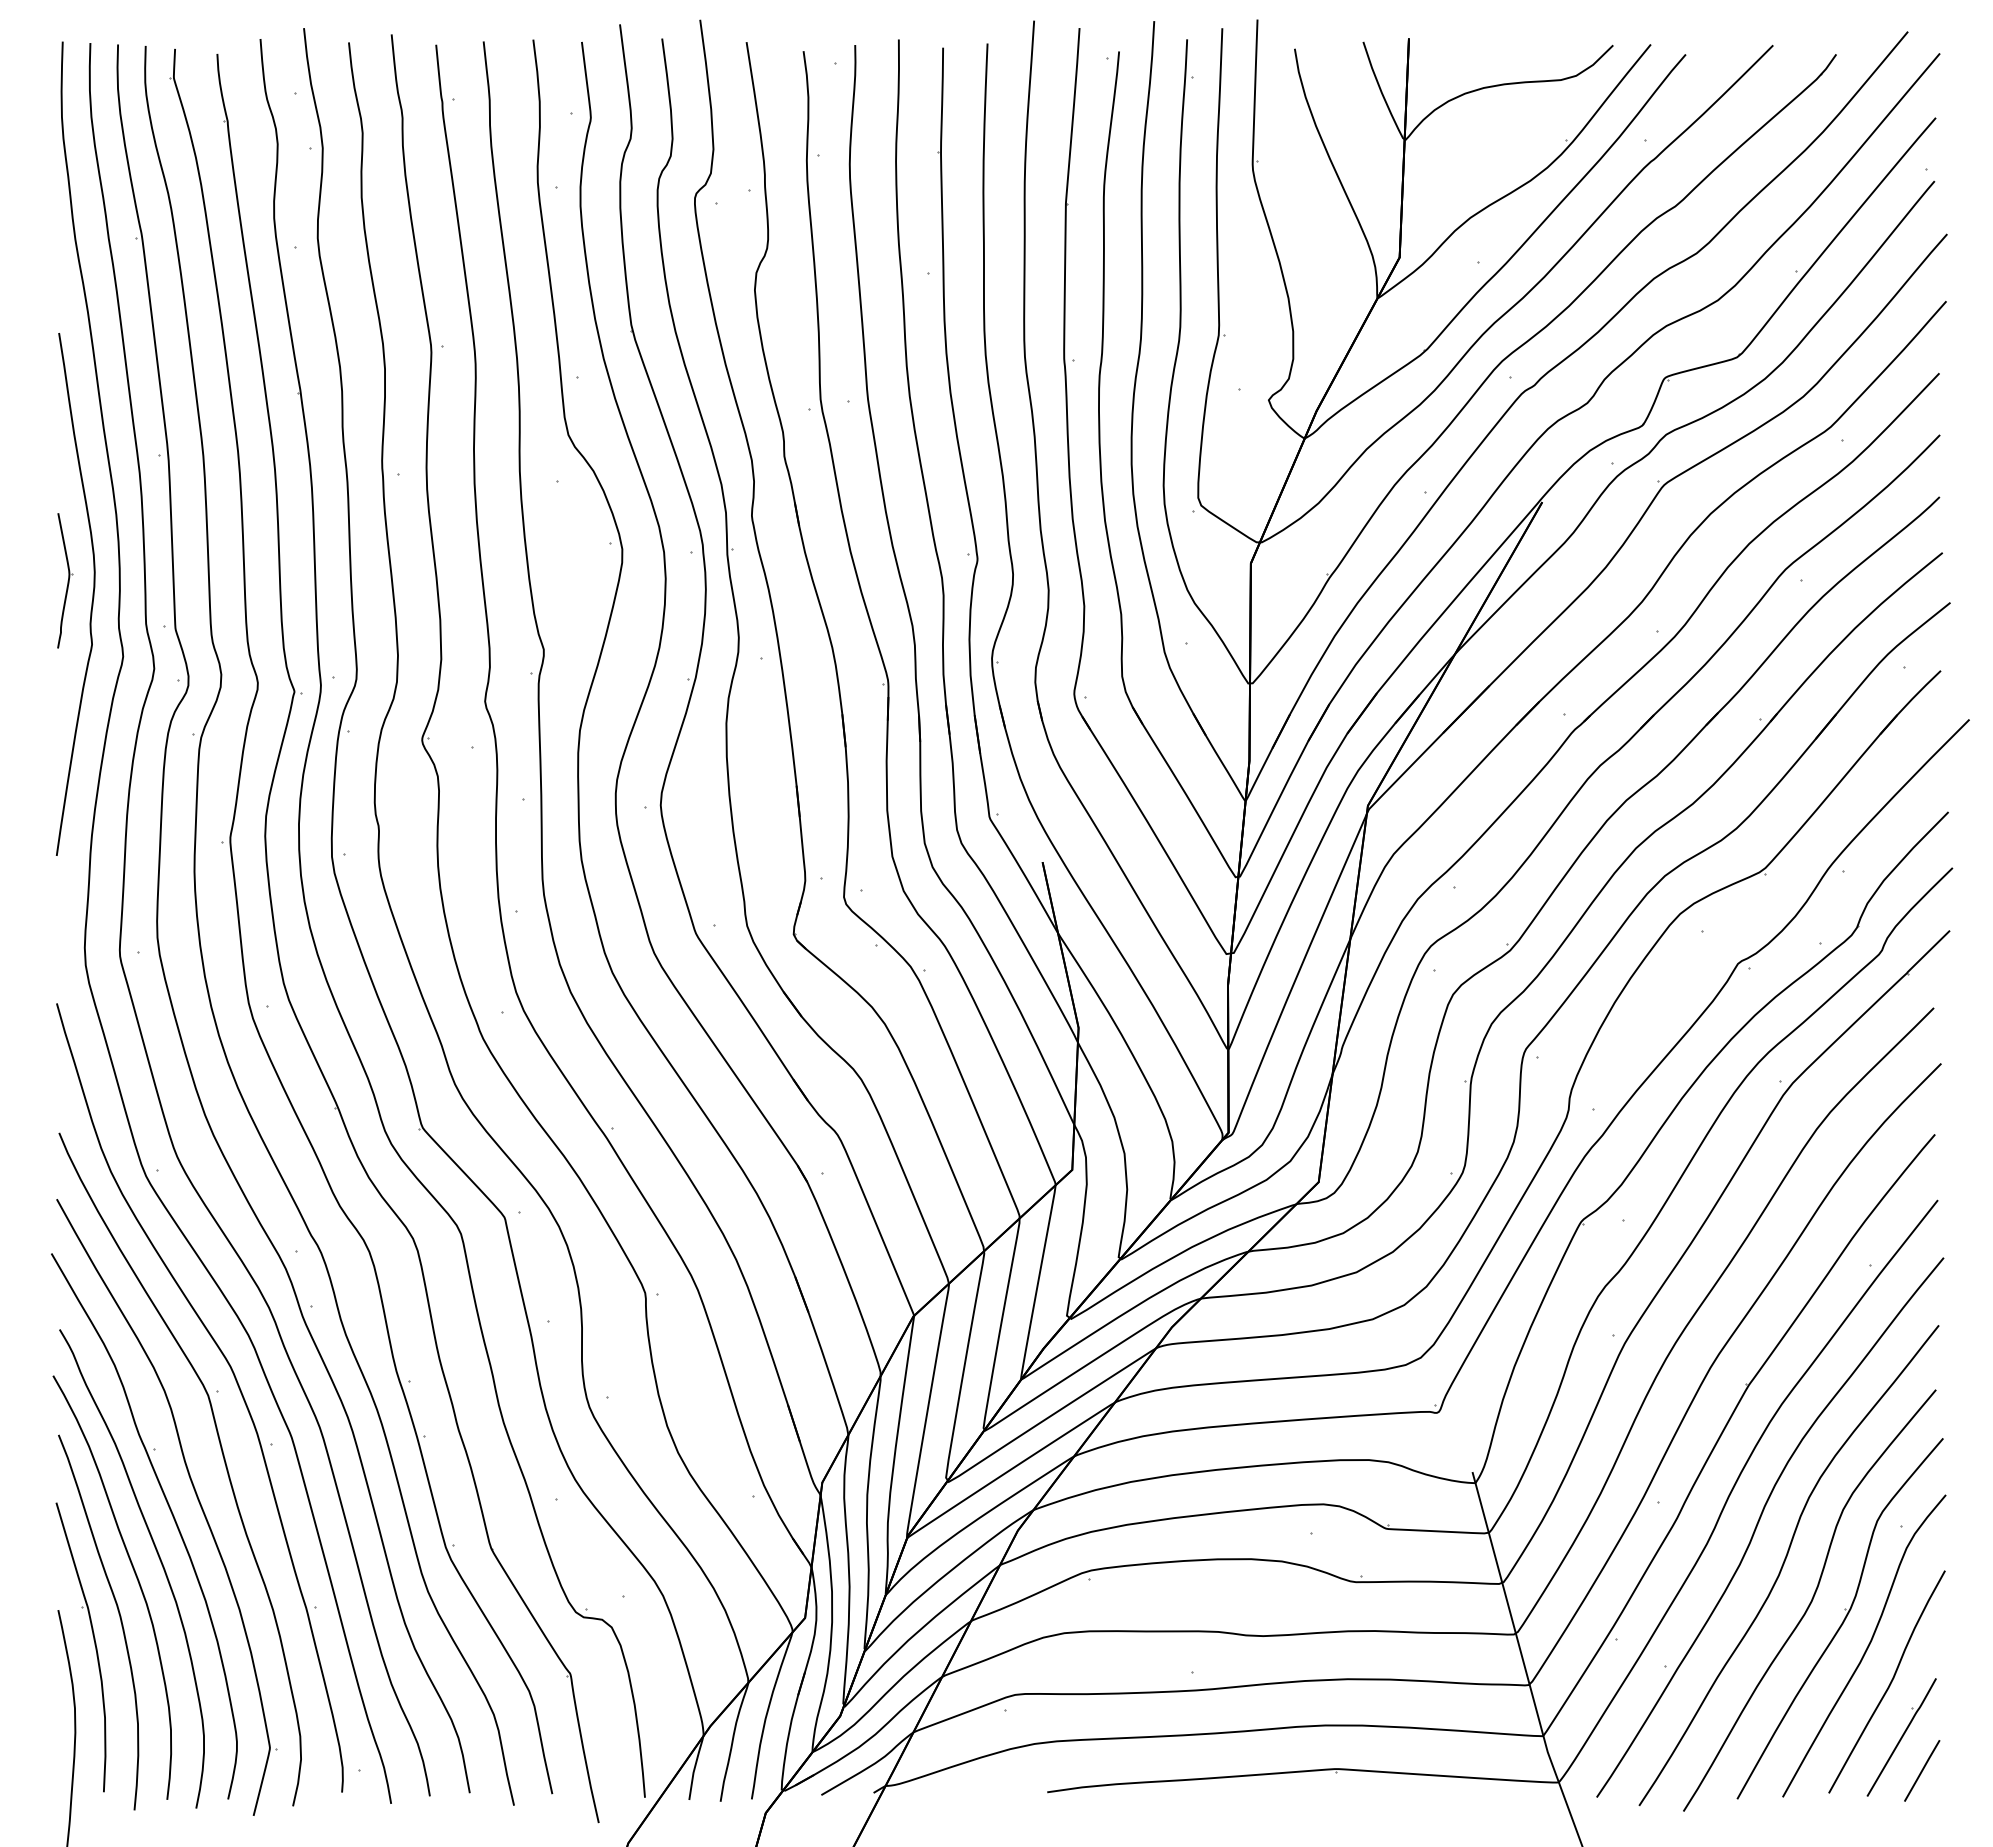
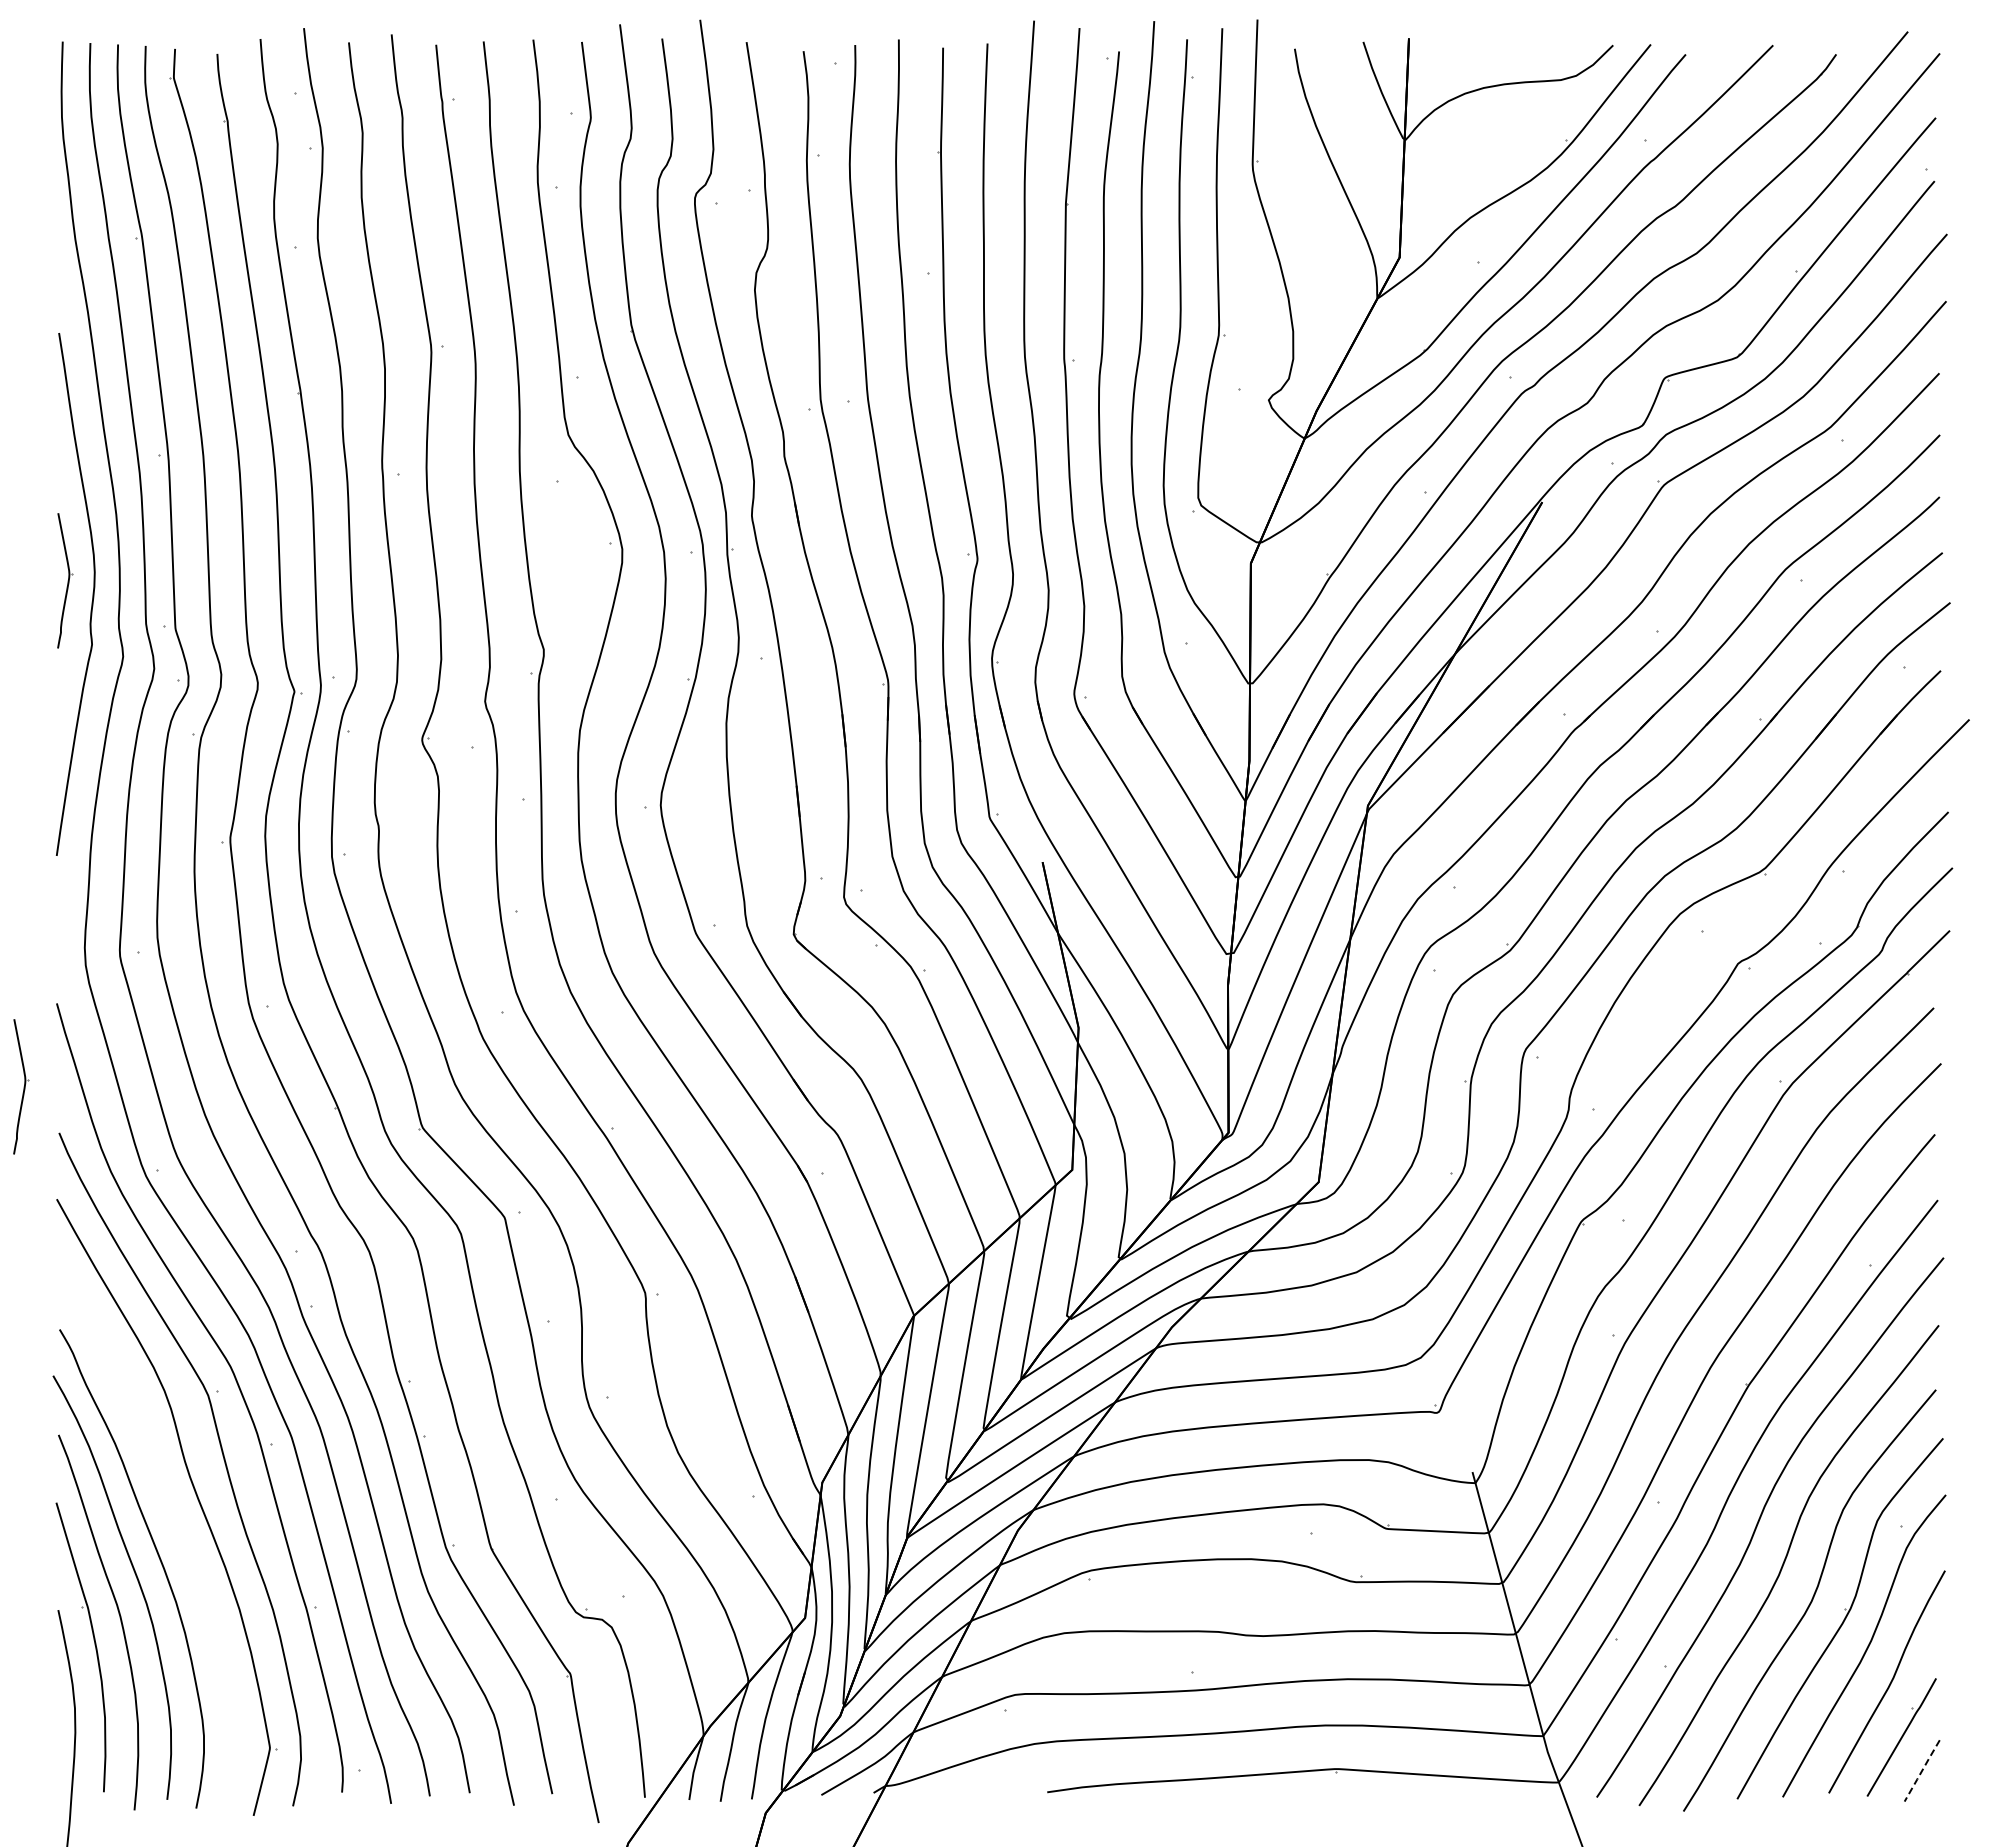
part at (21, 1086): none -> present
part at (172, 1517): present -> none
line at (1922, 1770): solid -> dashed
